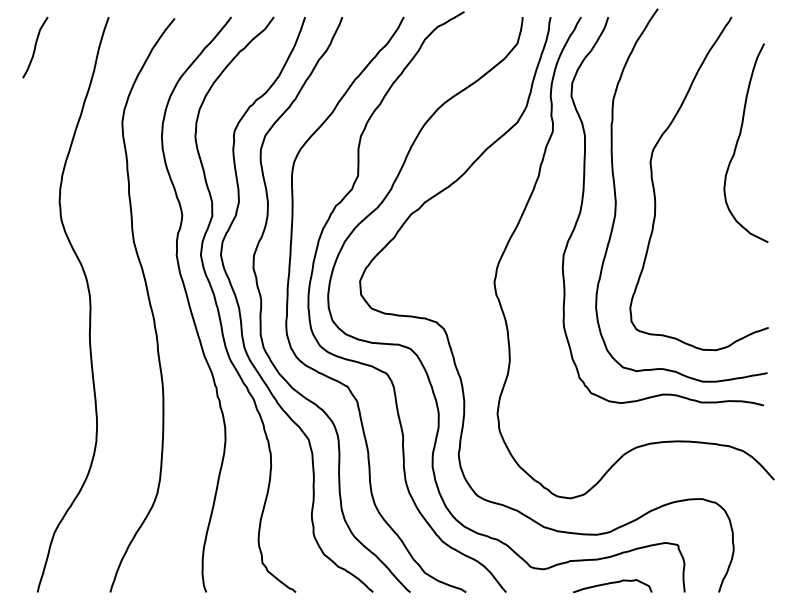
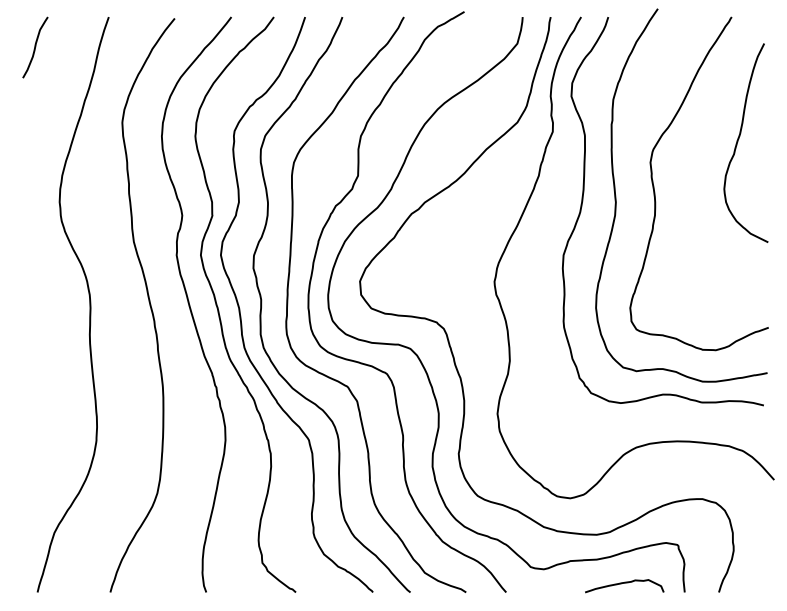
curve at (612, 583) position: (612, 583) -> (624, 583)
